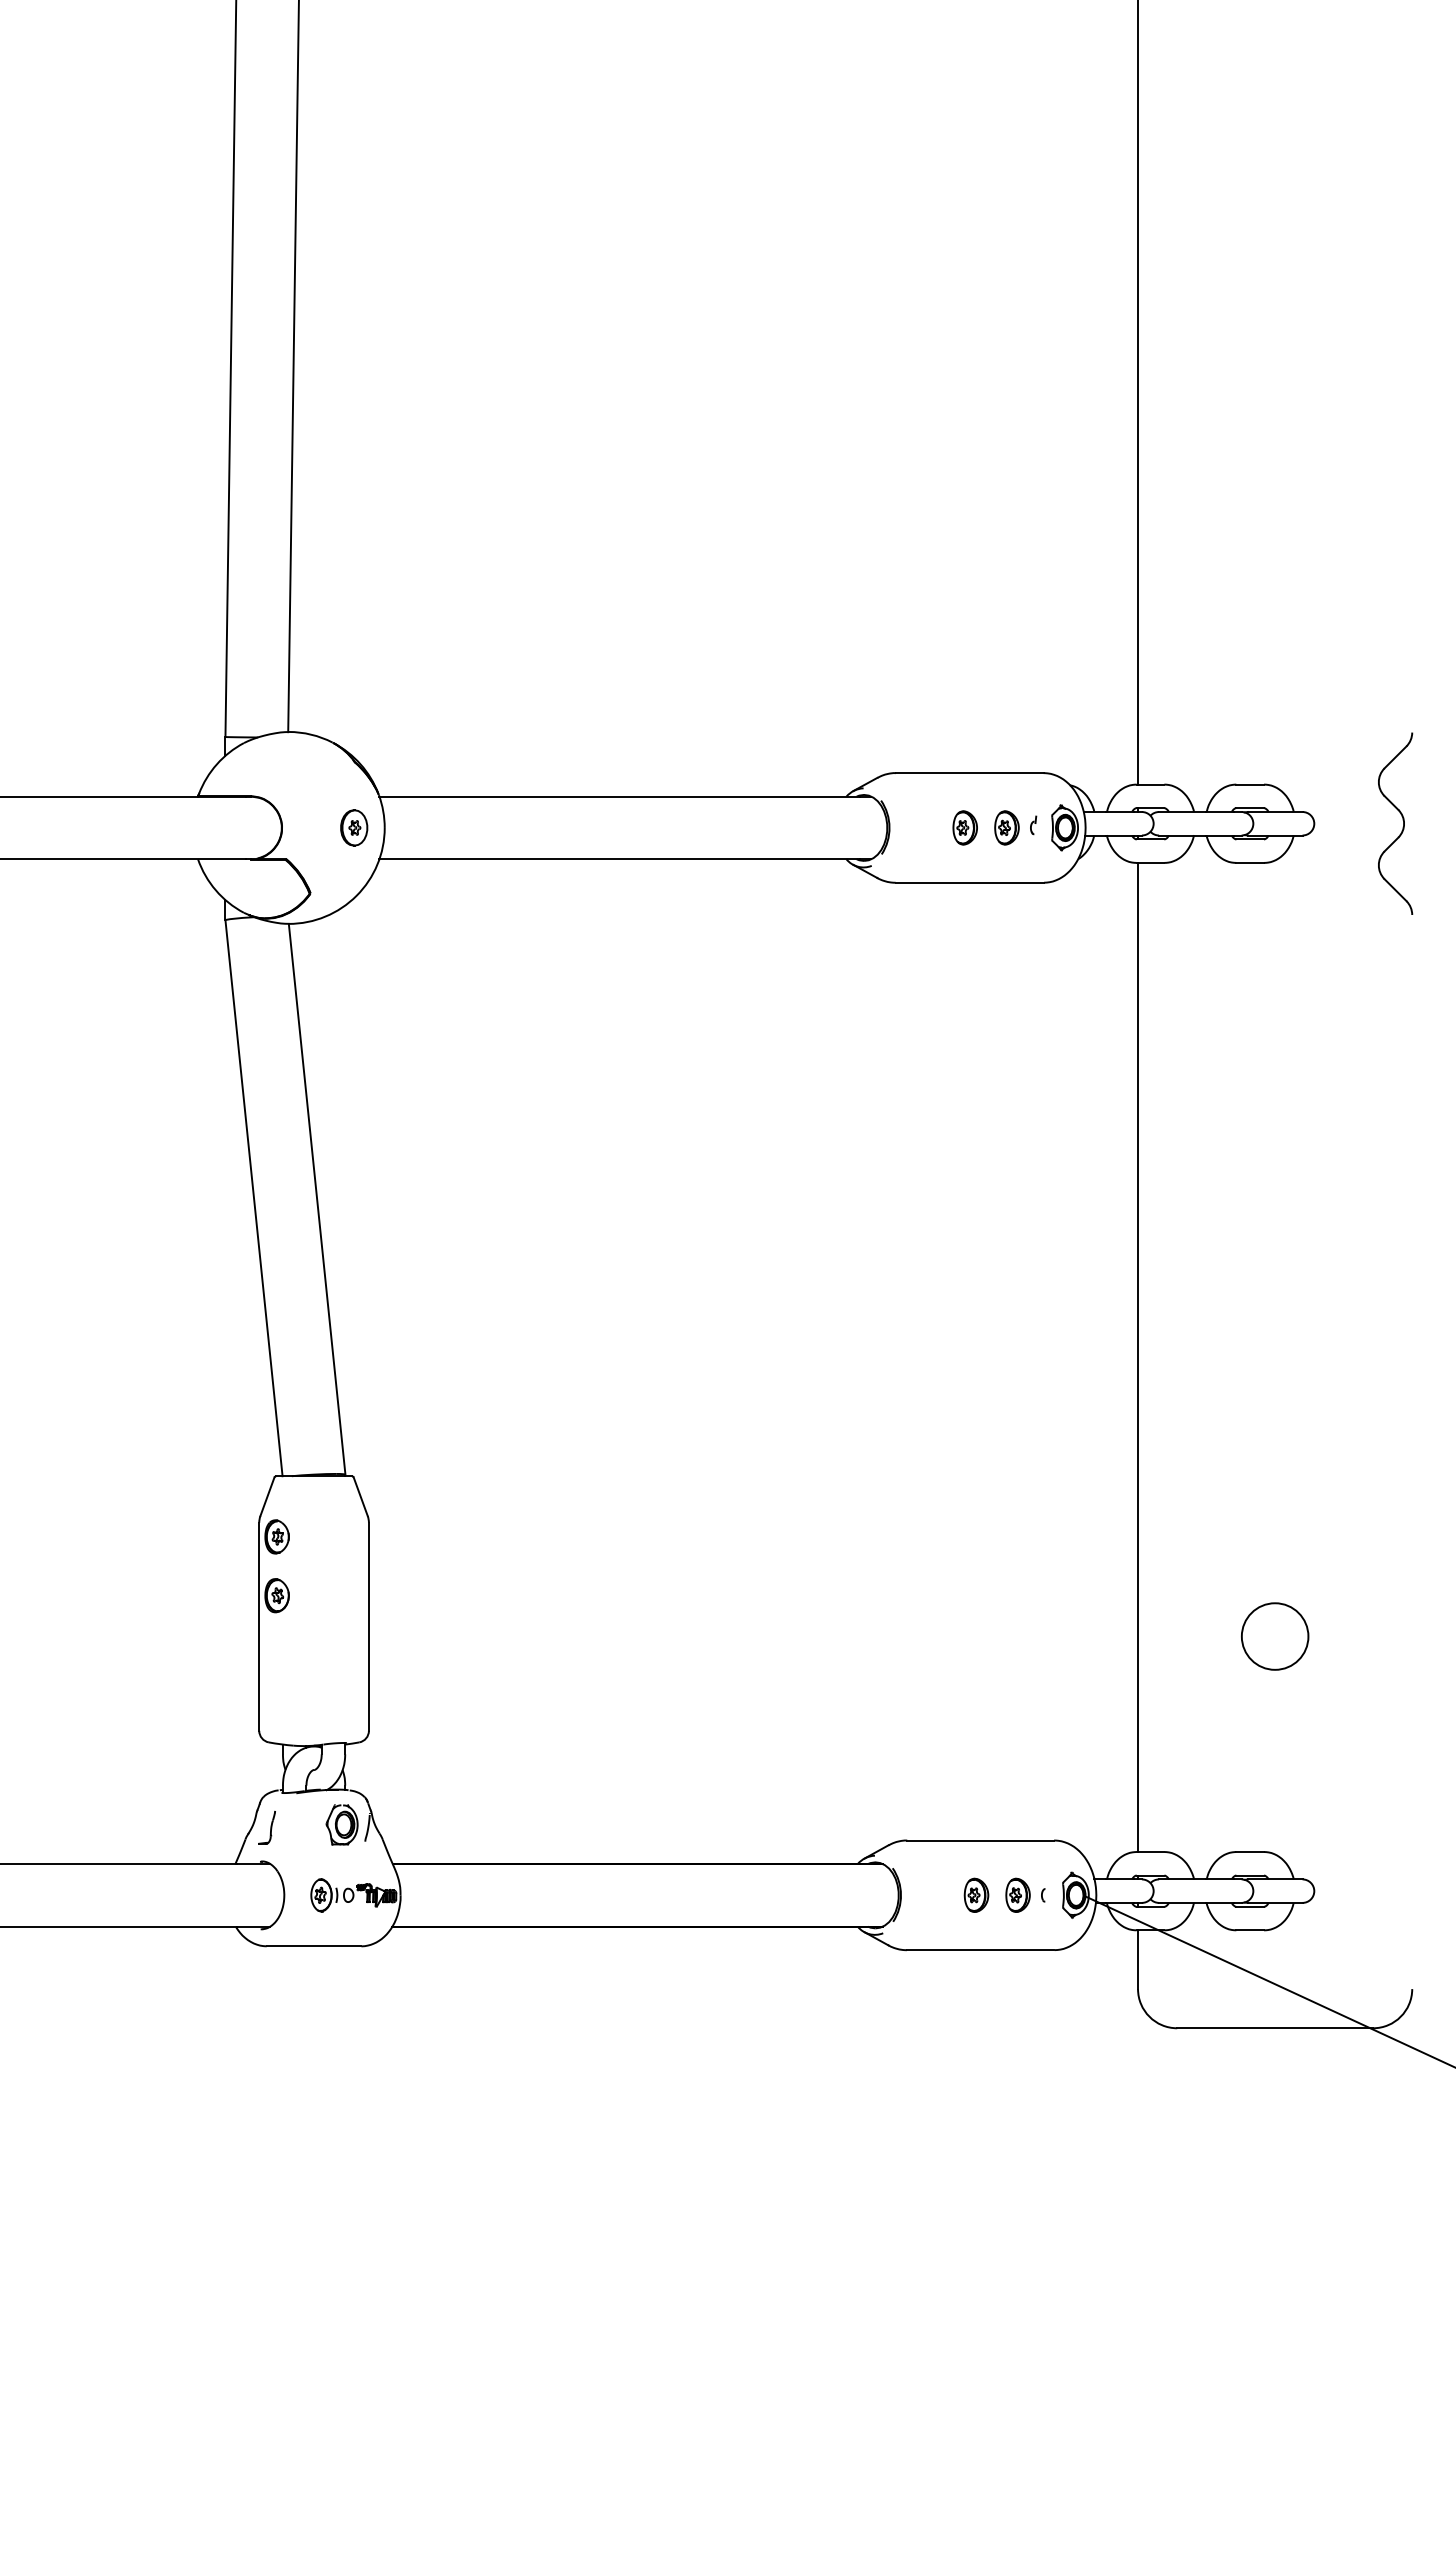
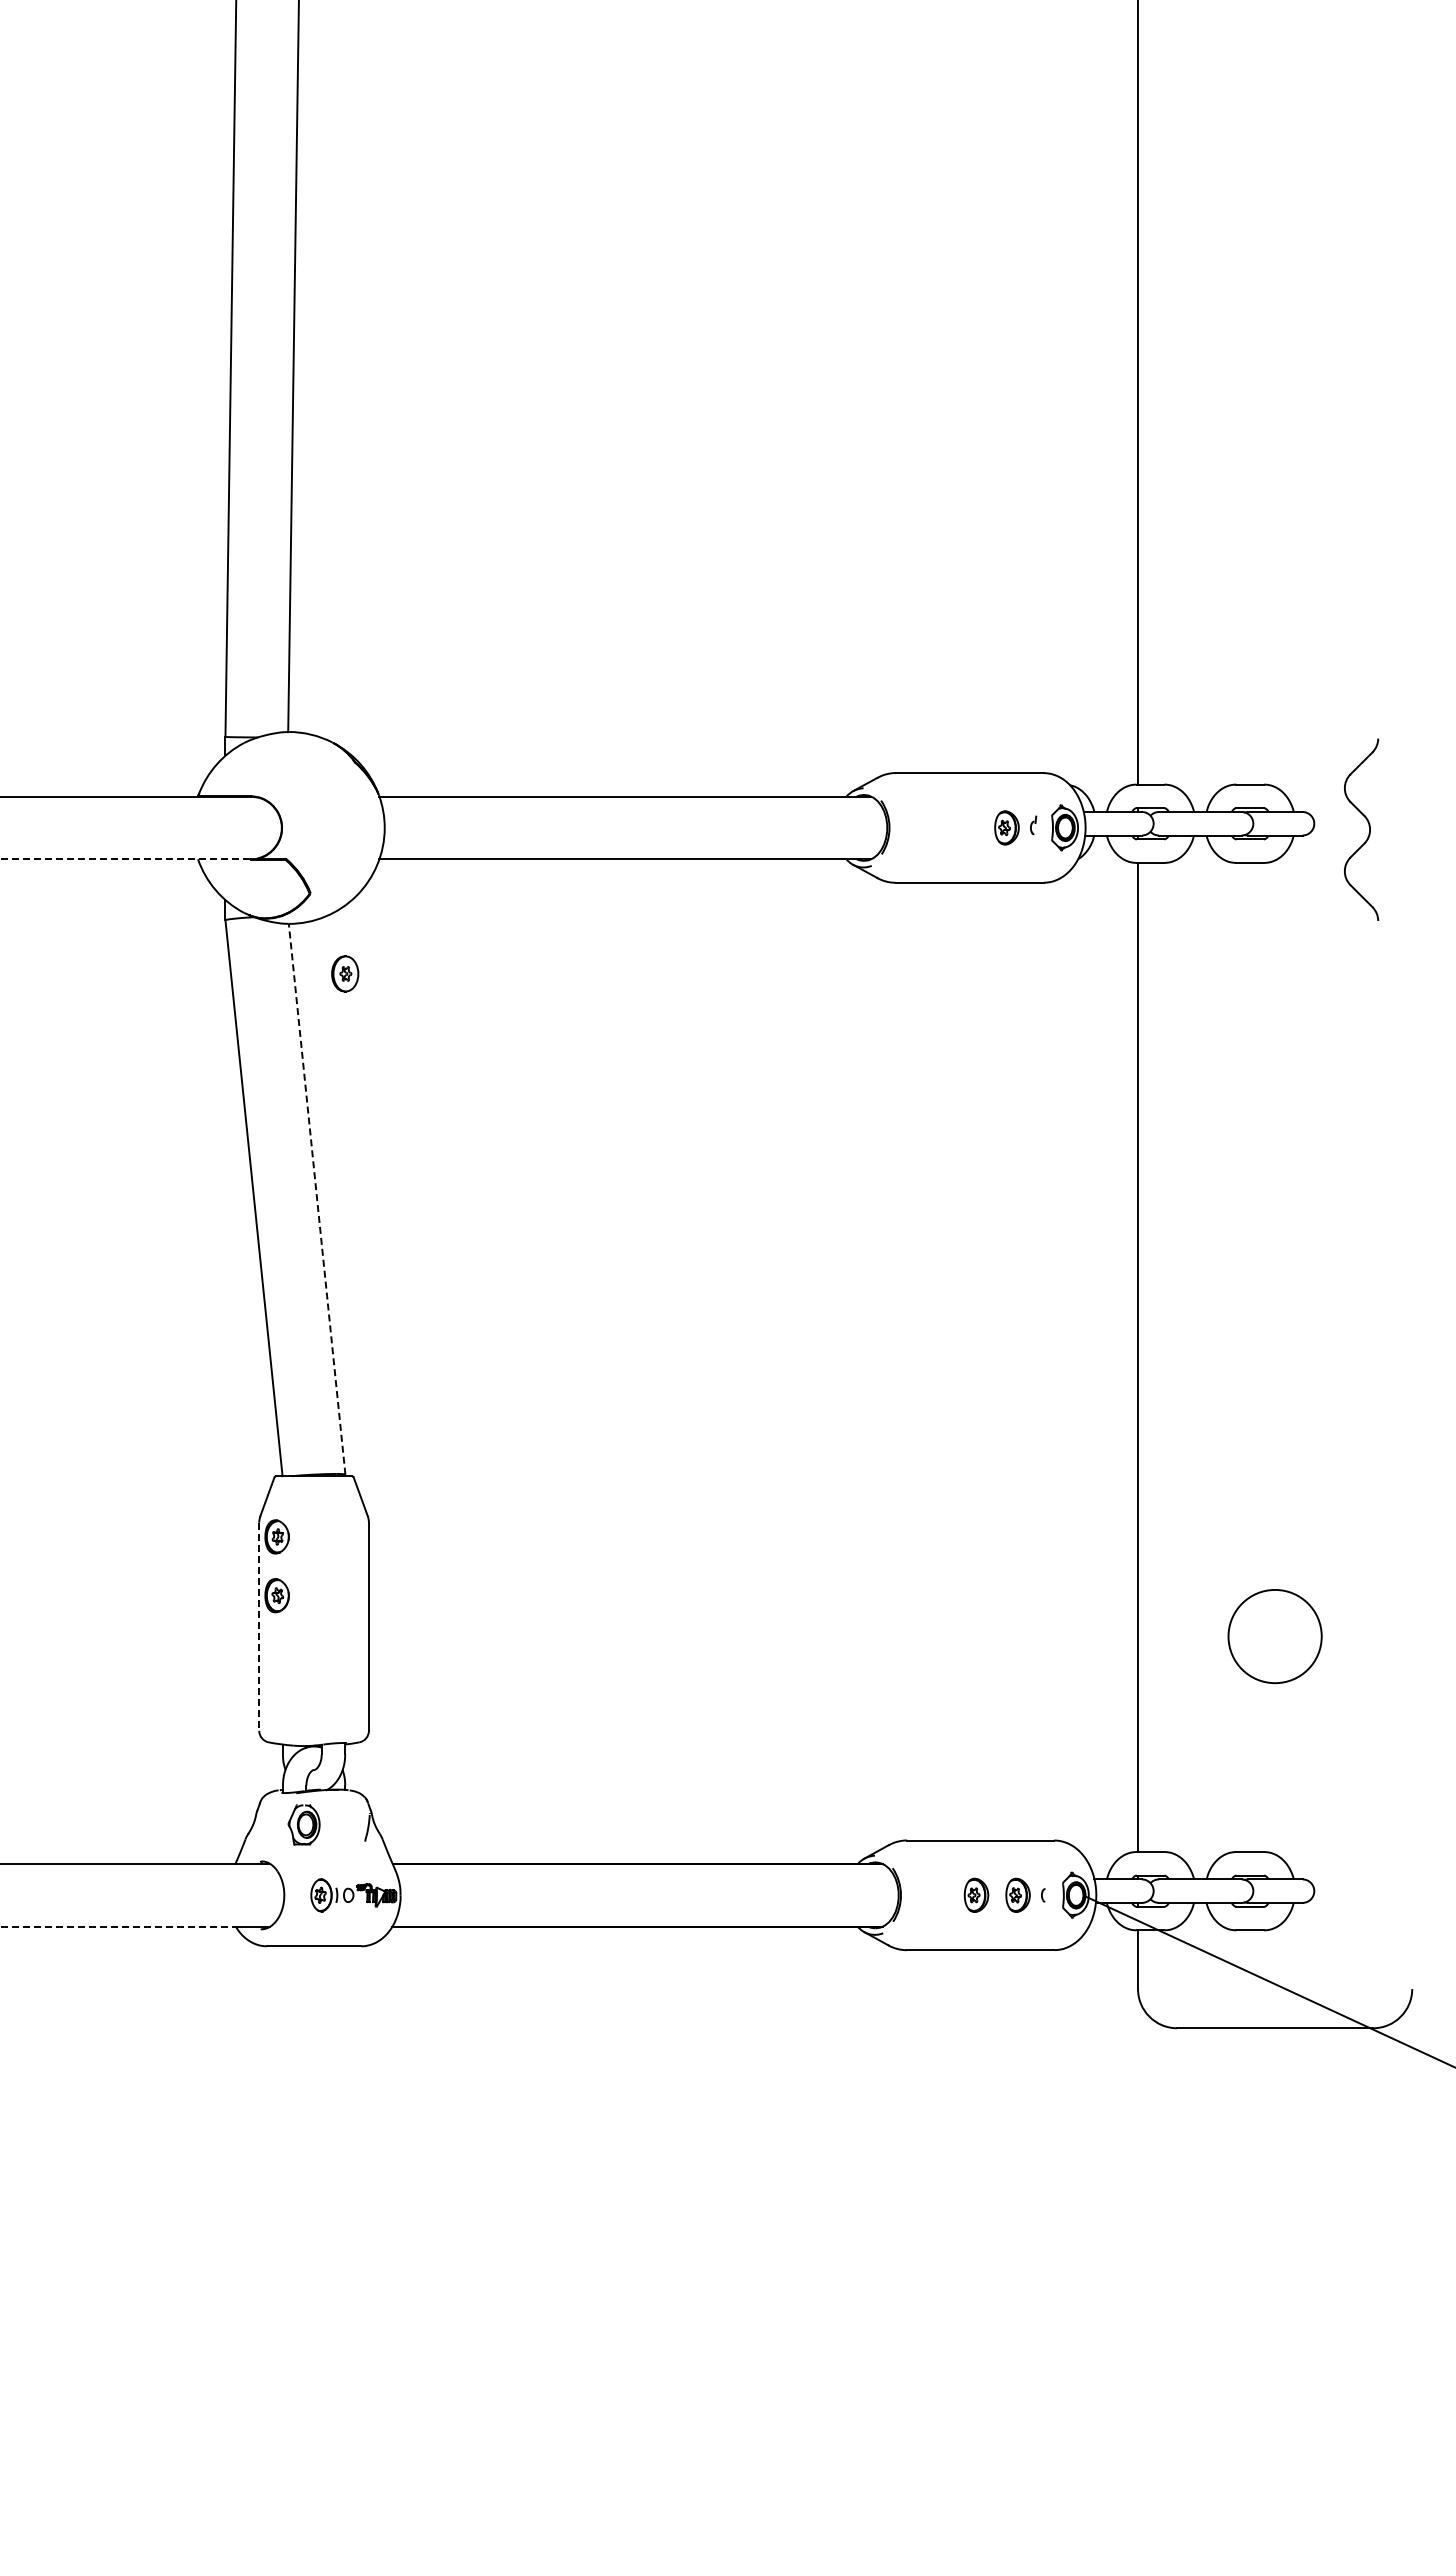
part at (1402, 820) position: (1402, 820) -> (1368, 826)
part at (354, 827) position: (354, 827) -> (345, 973)
part at (964, 827): present -> none
line at (123, 859): solid -> dashed
line at (317, 1199): solid -> dashed
line at (259, 1627): solid -> dashed
circle at (1274, 1636) diameter: 67 px -> 93 px
part at (341, 1824) position: (341, 1824) -> (303, 1824)
part at (266, 1827): present -> none
line at (118, 1926): solid -> dashed
